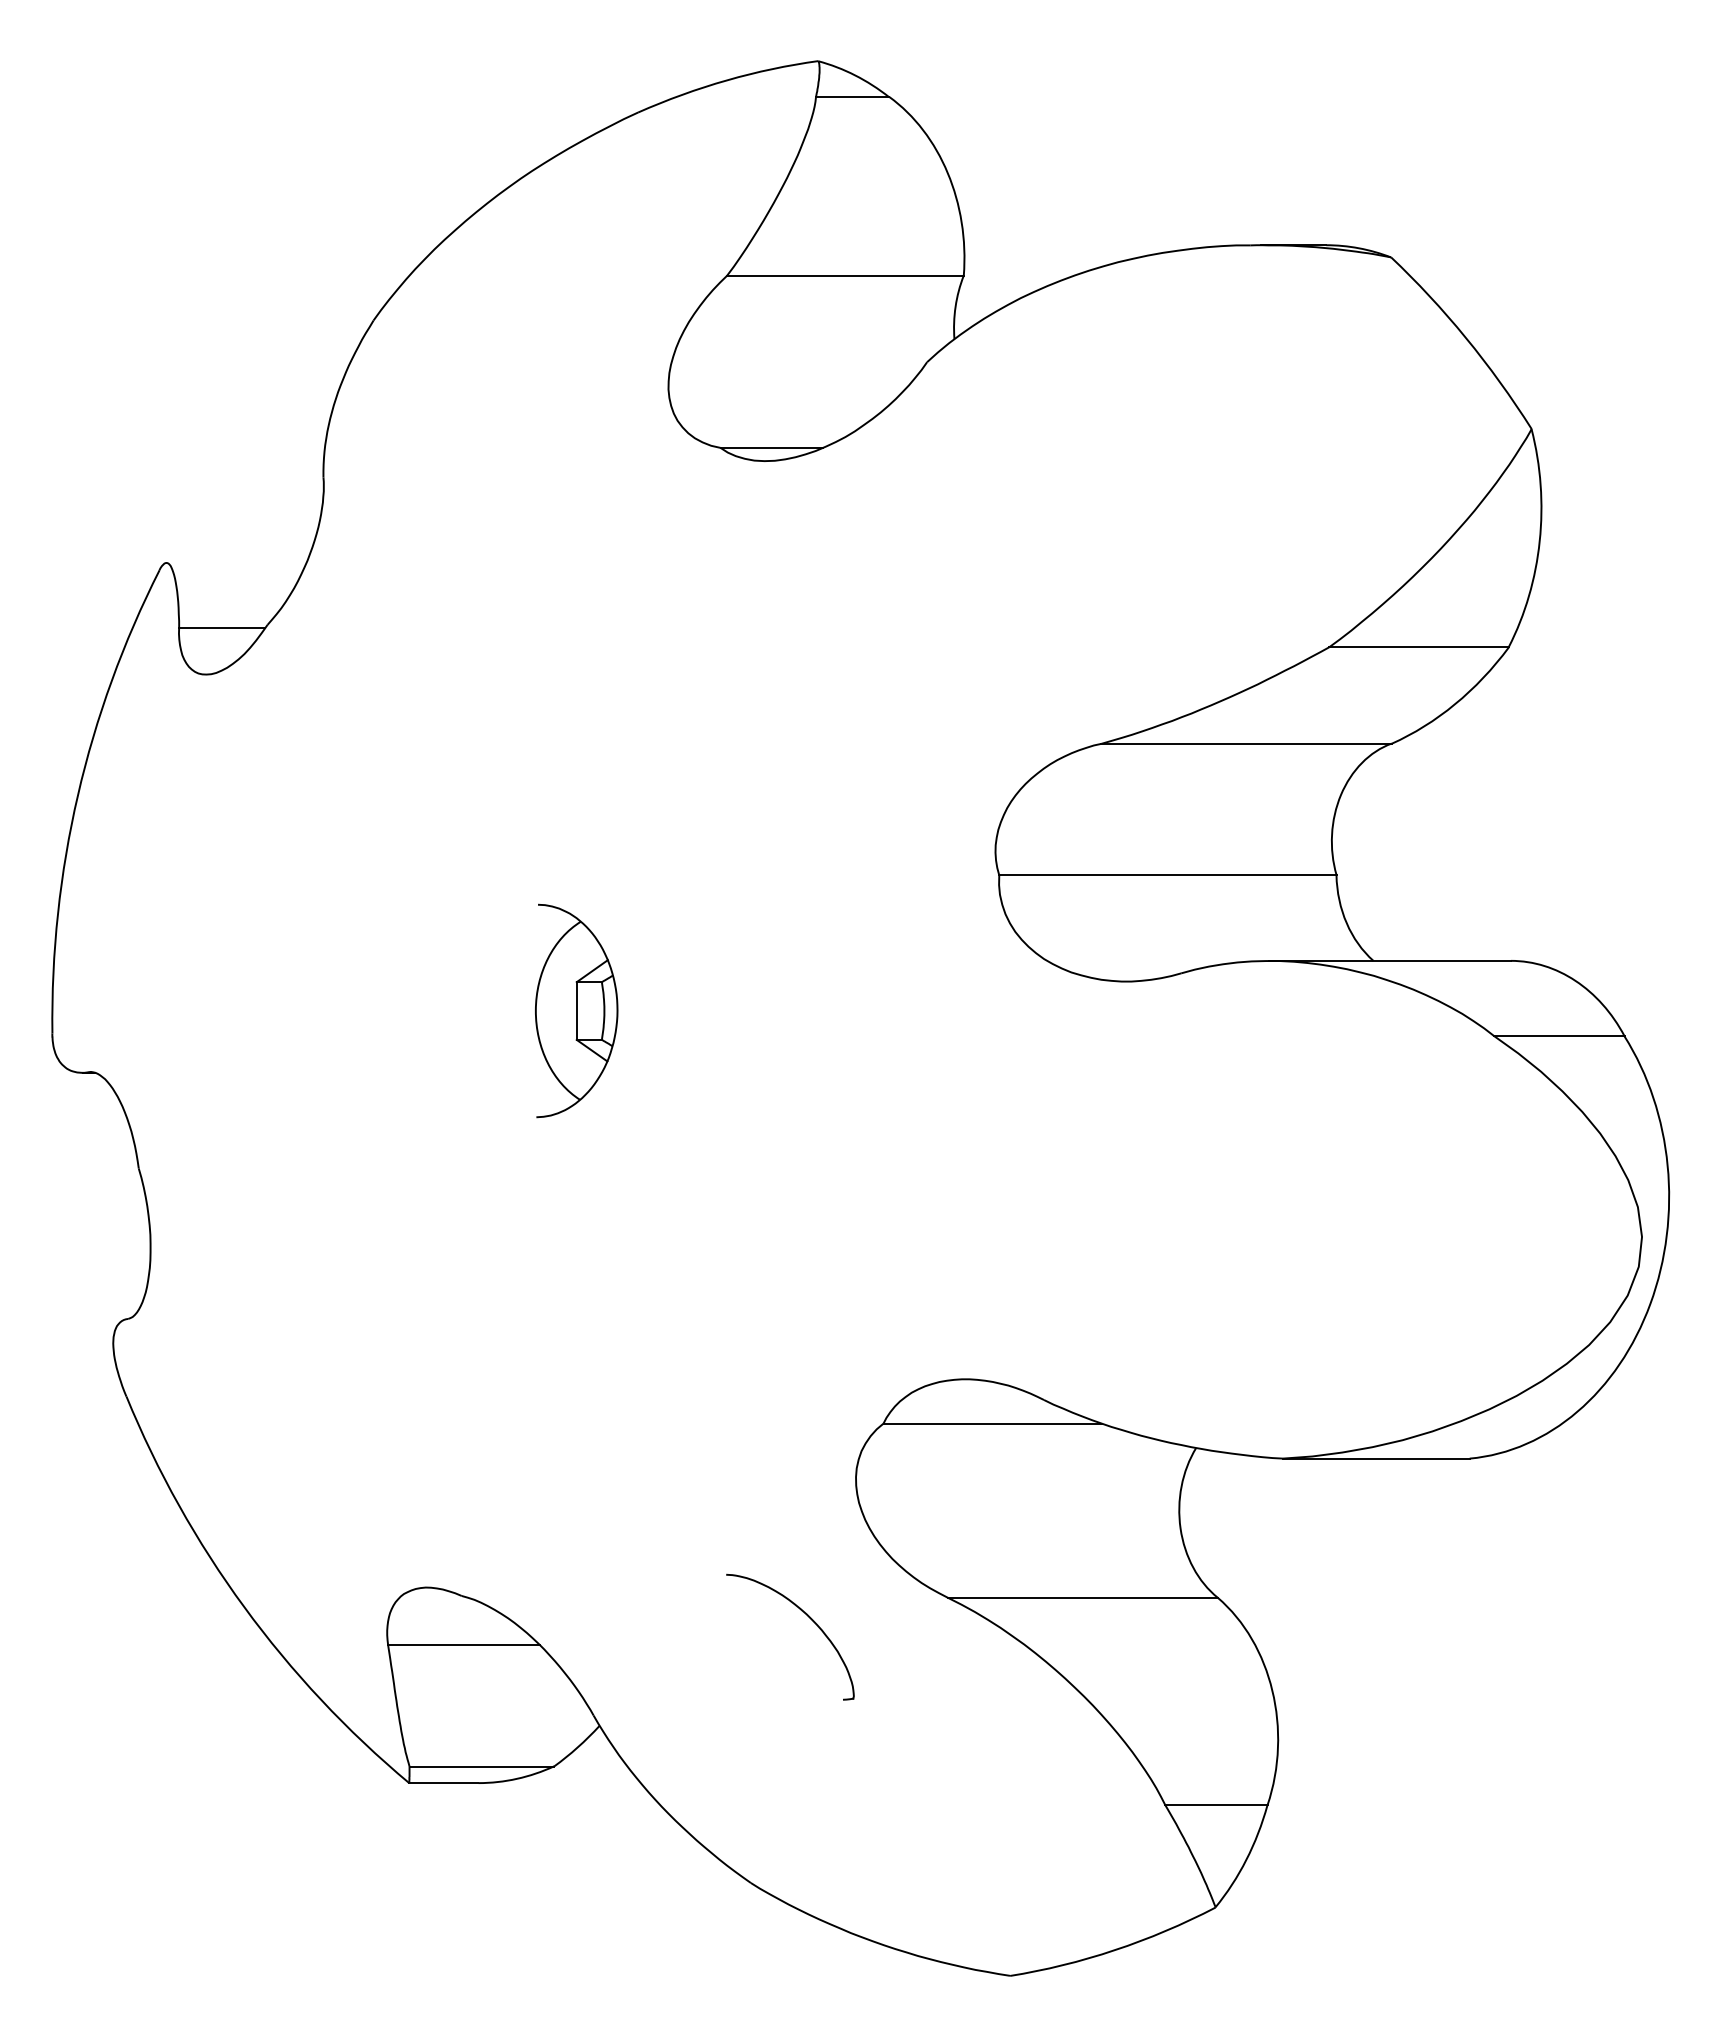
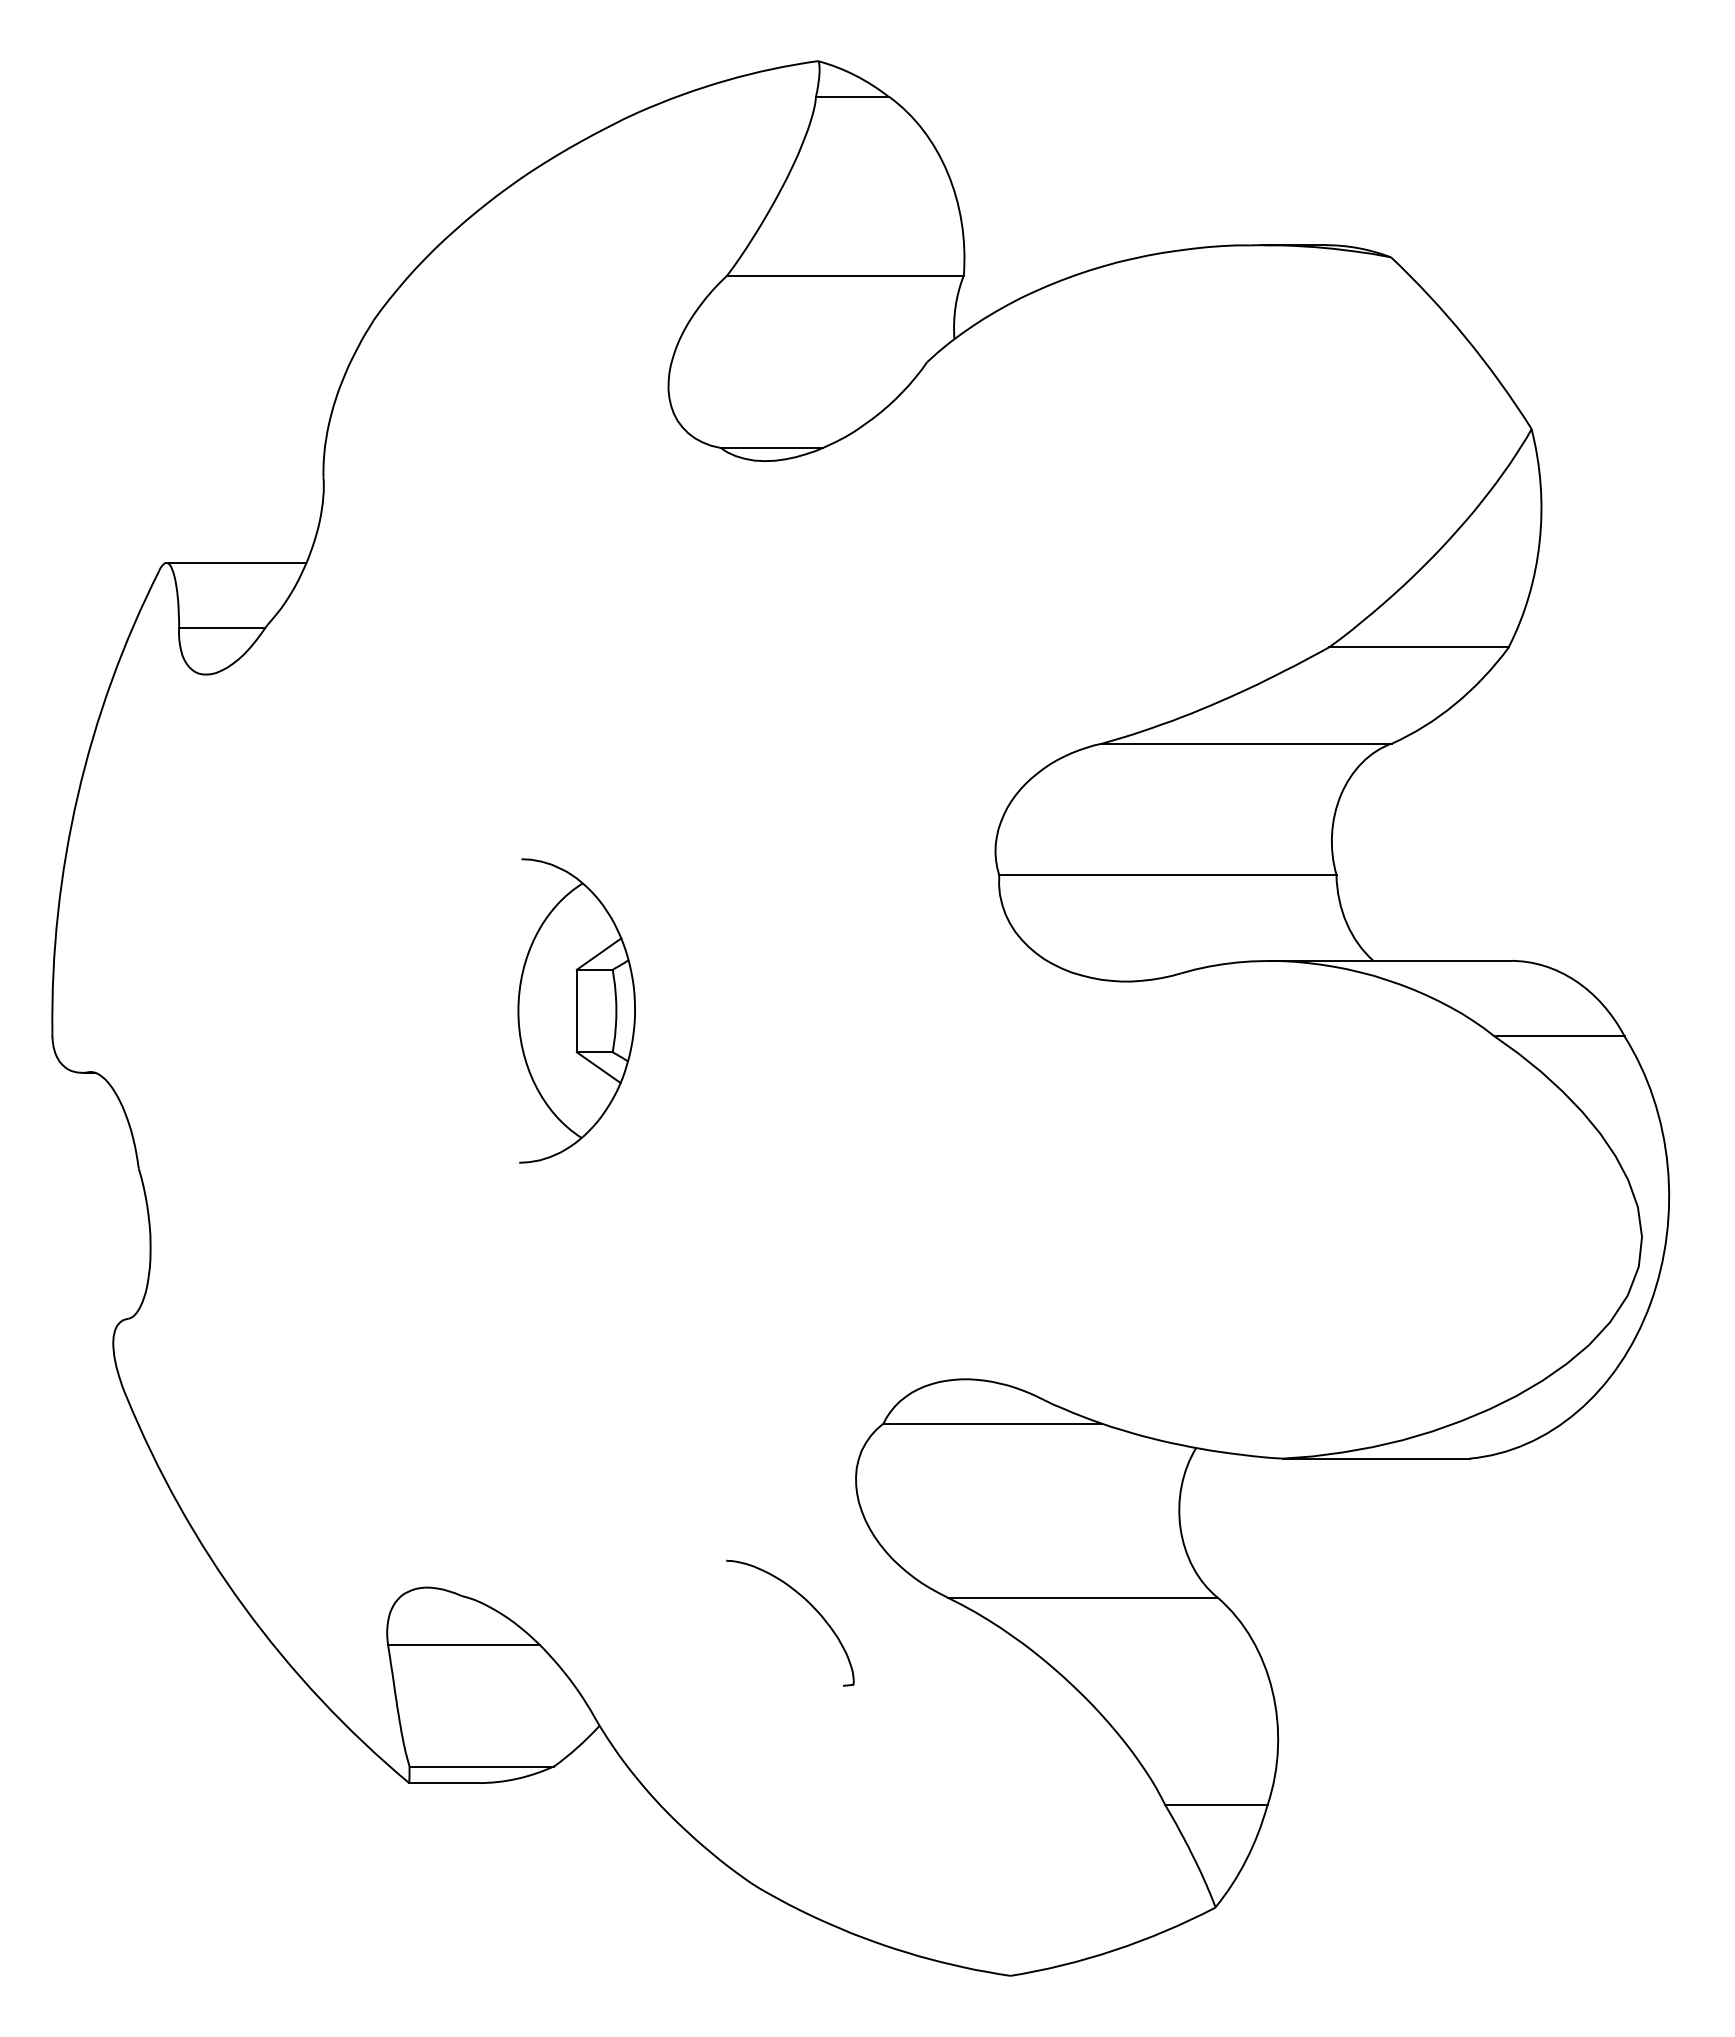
line at (236, 562): none -> present
part at (576, 1010) size: 84x216 px -> 119x306 px
part at (808, 1617) position: (808, 1617) -> (808, 1603)
